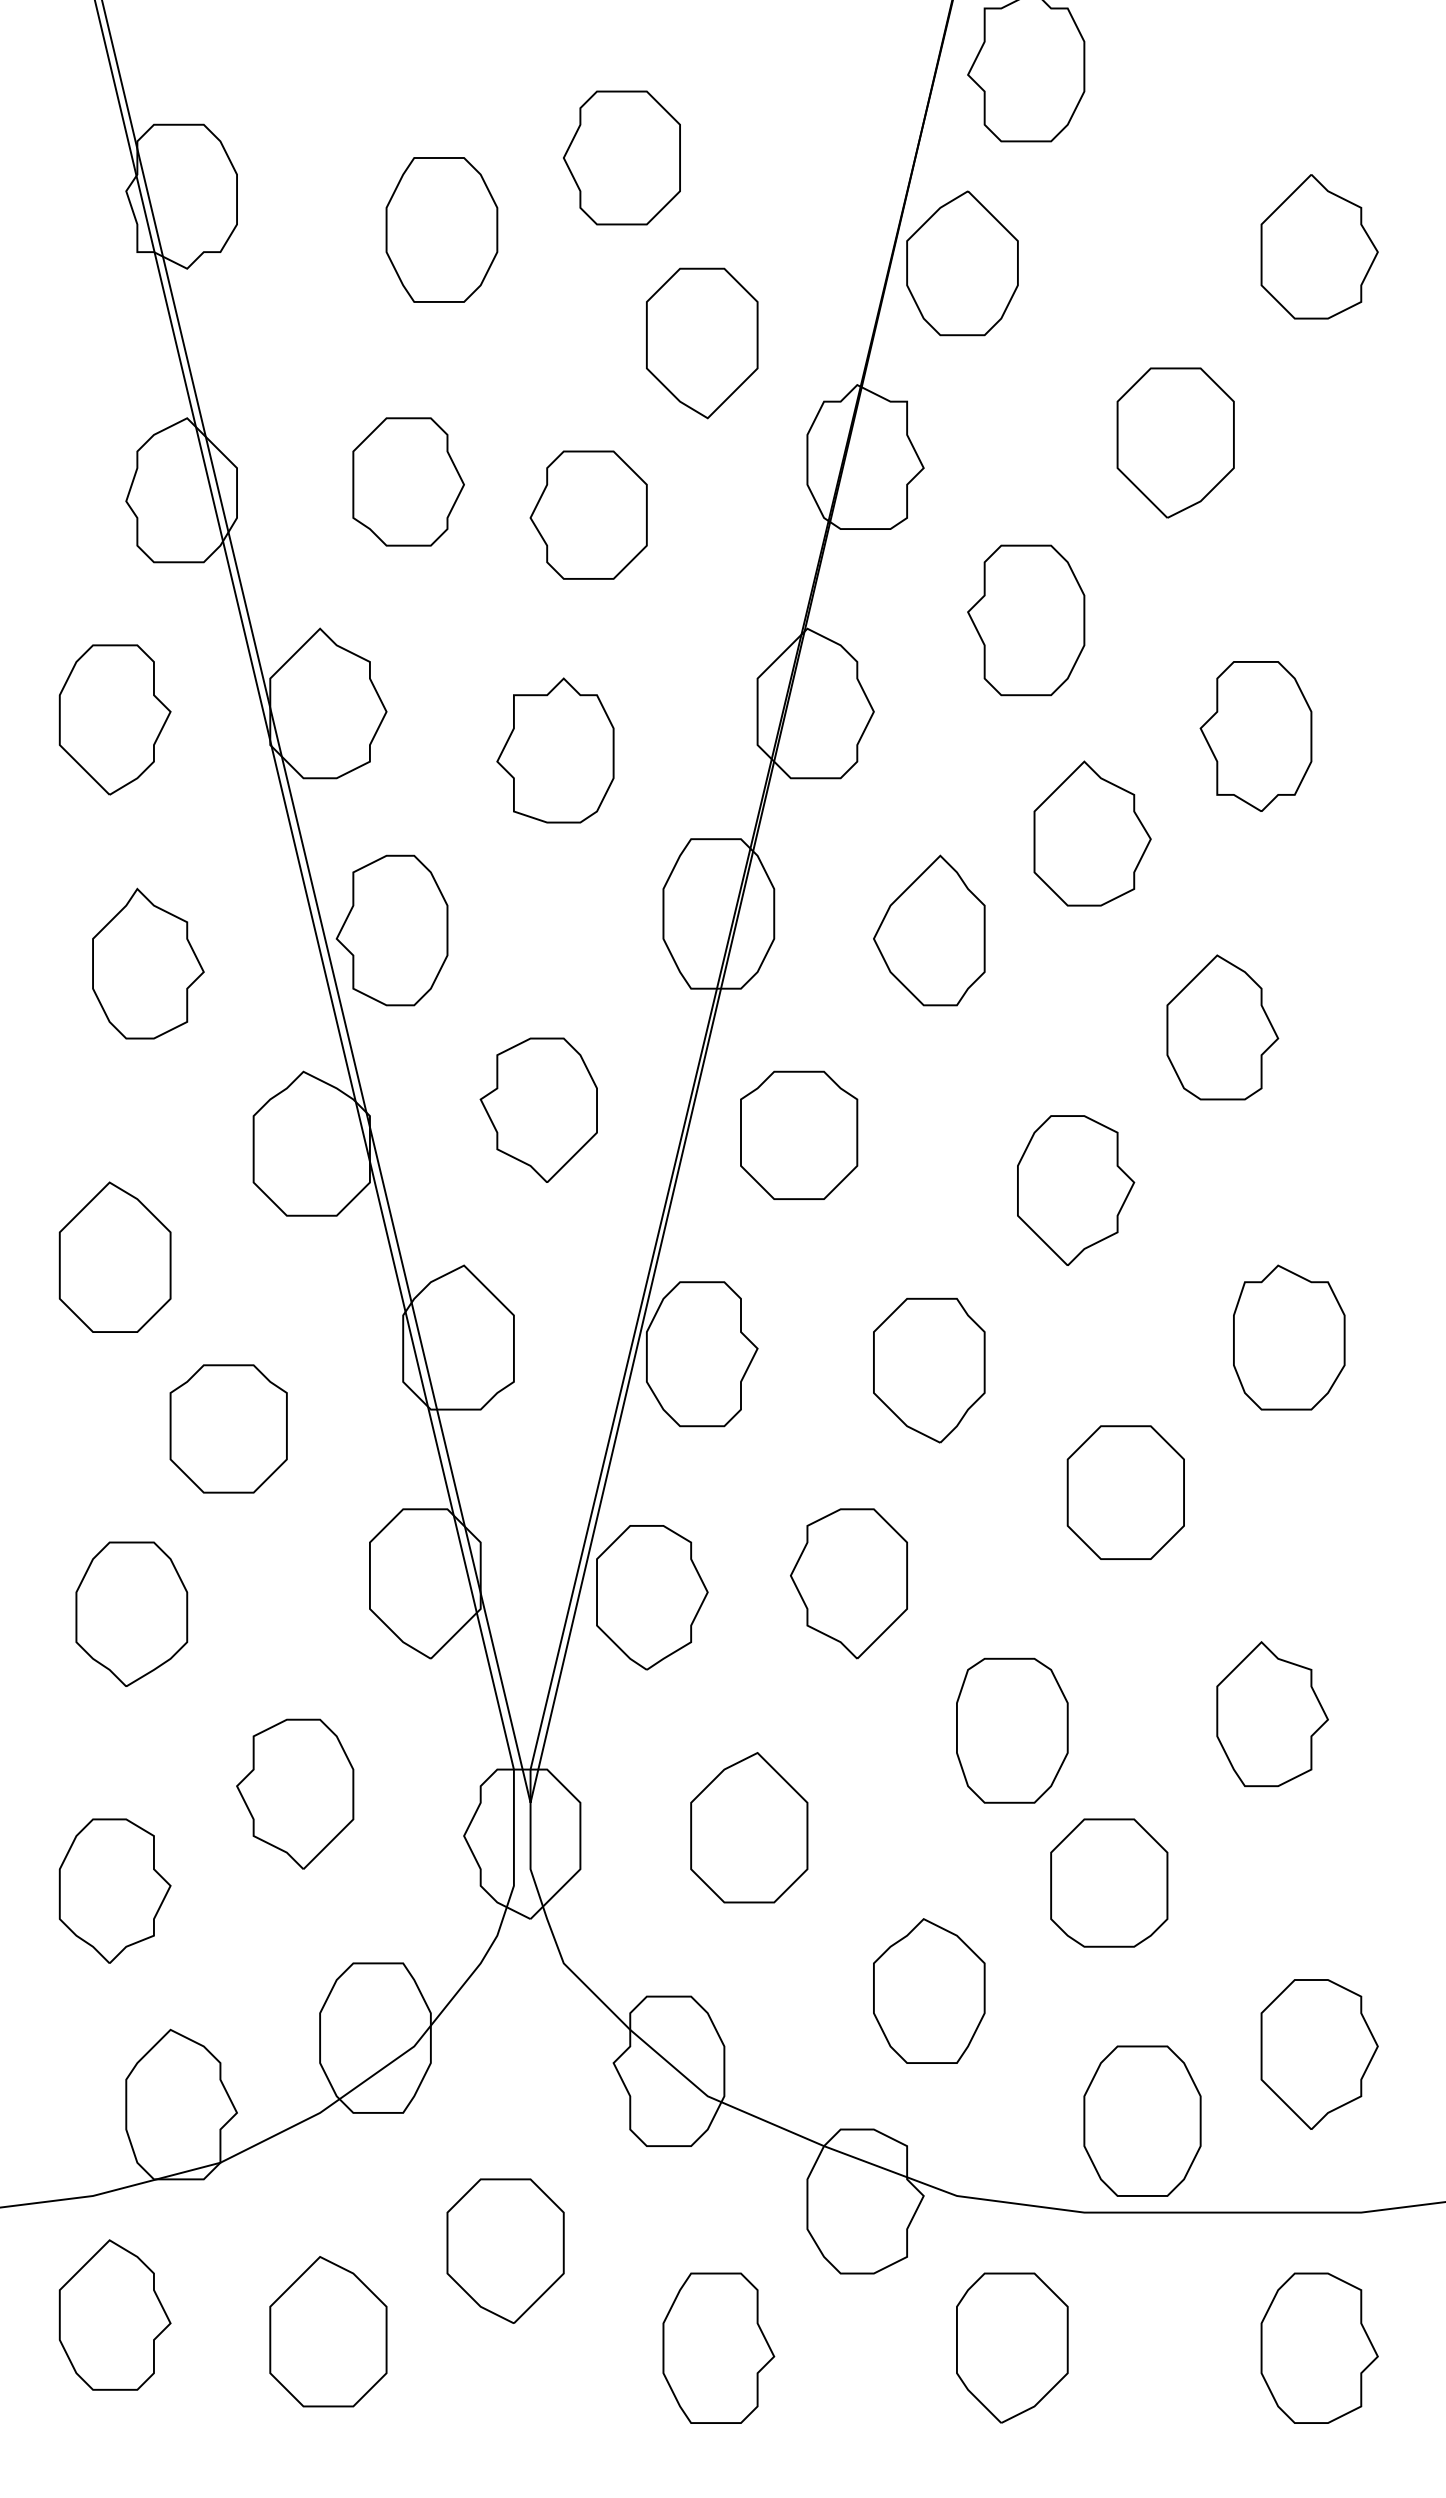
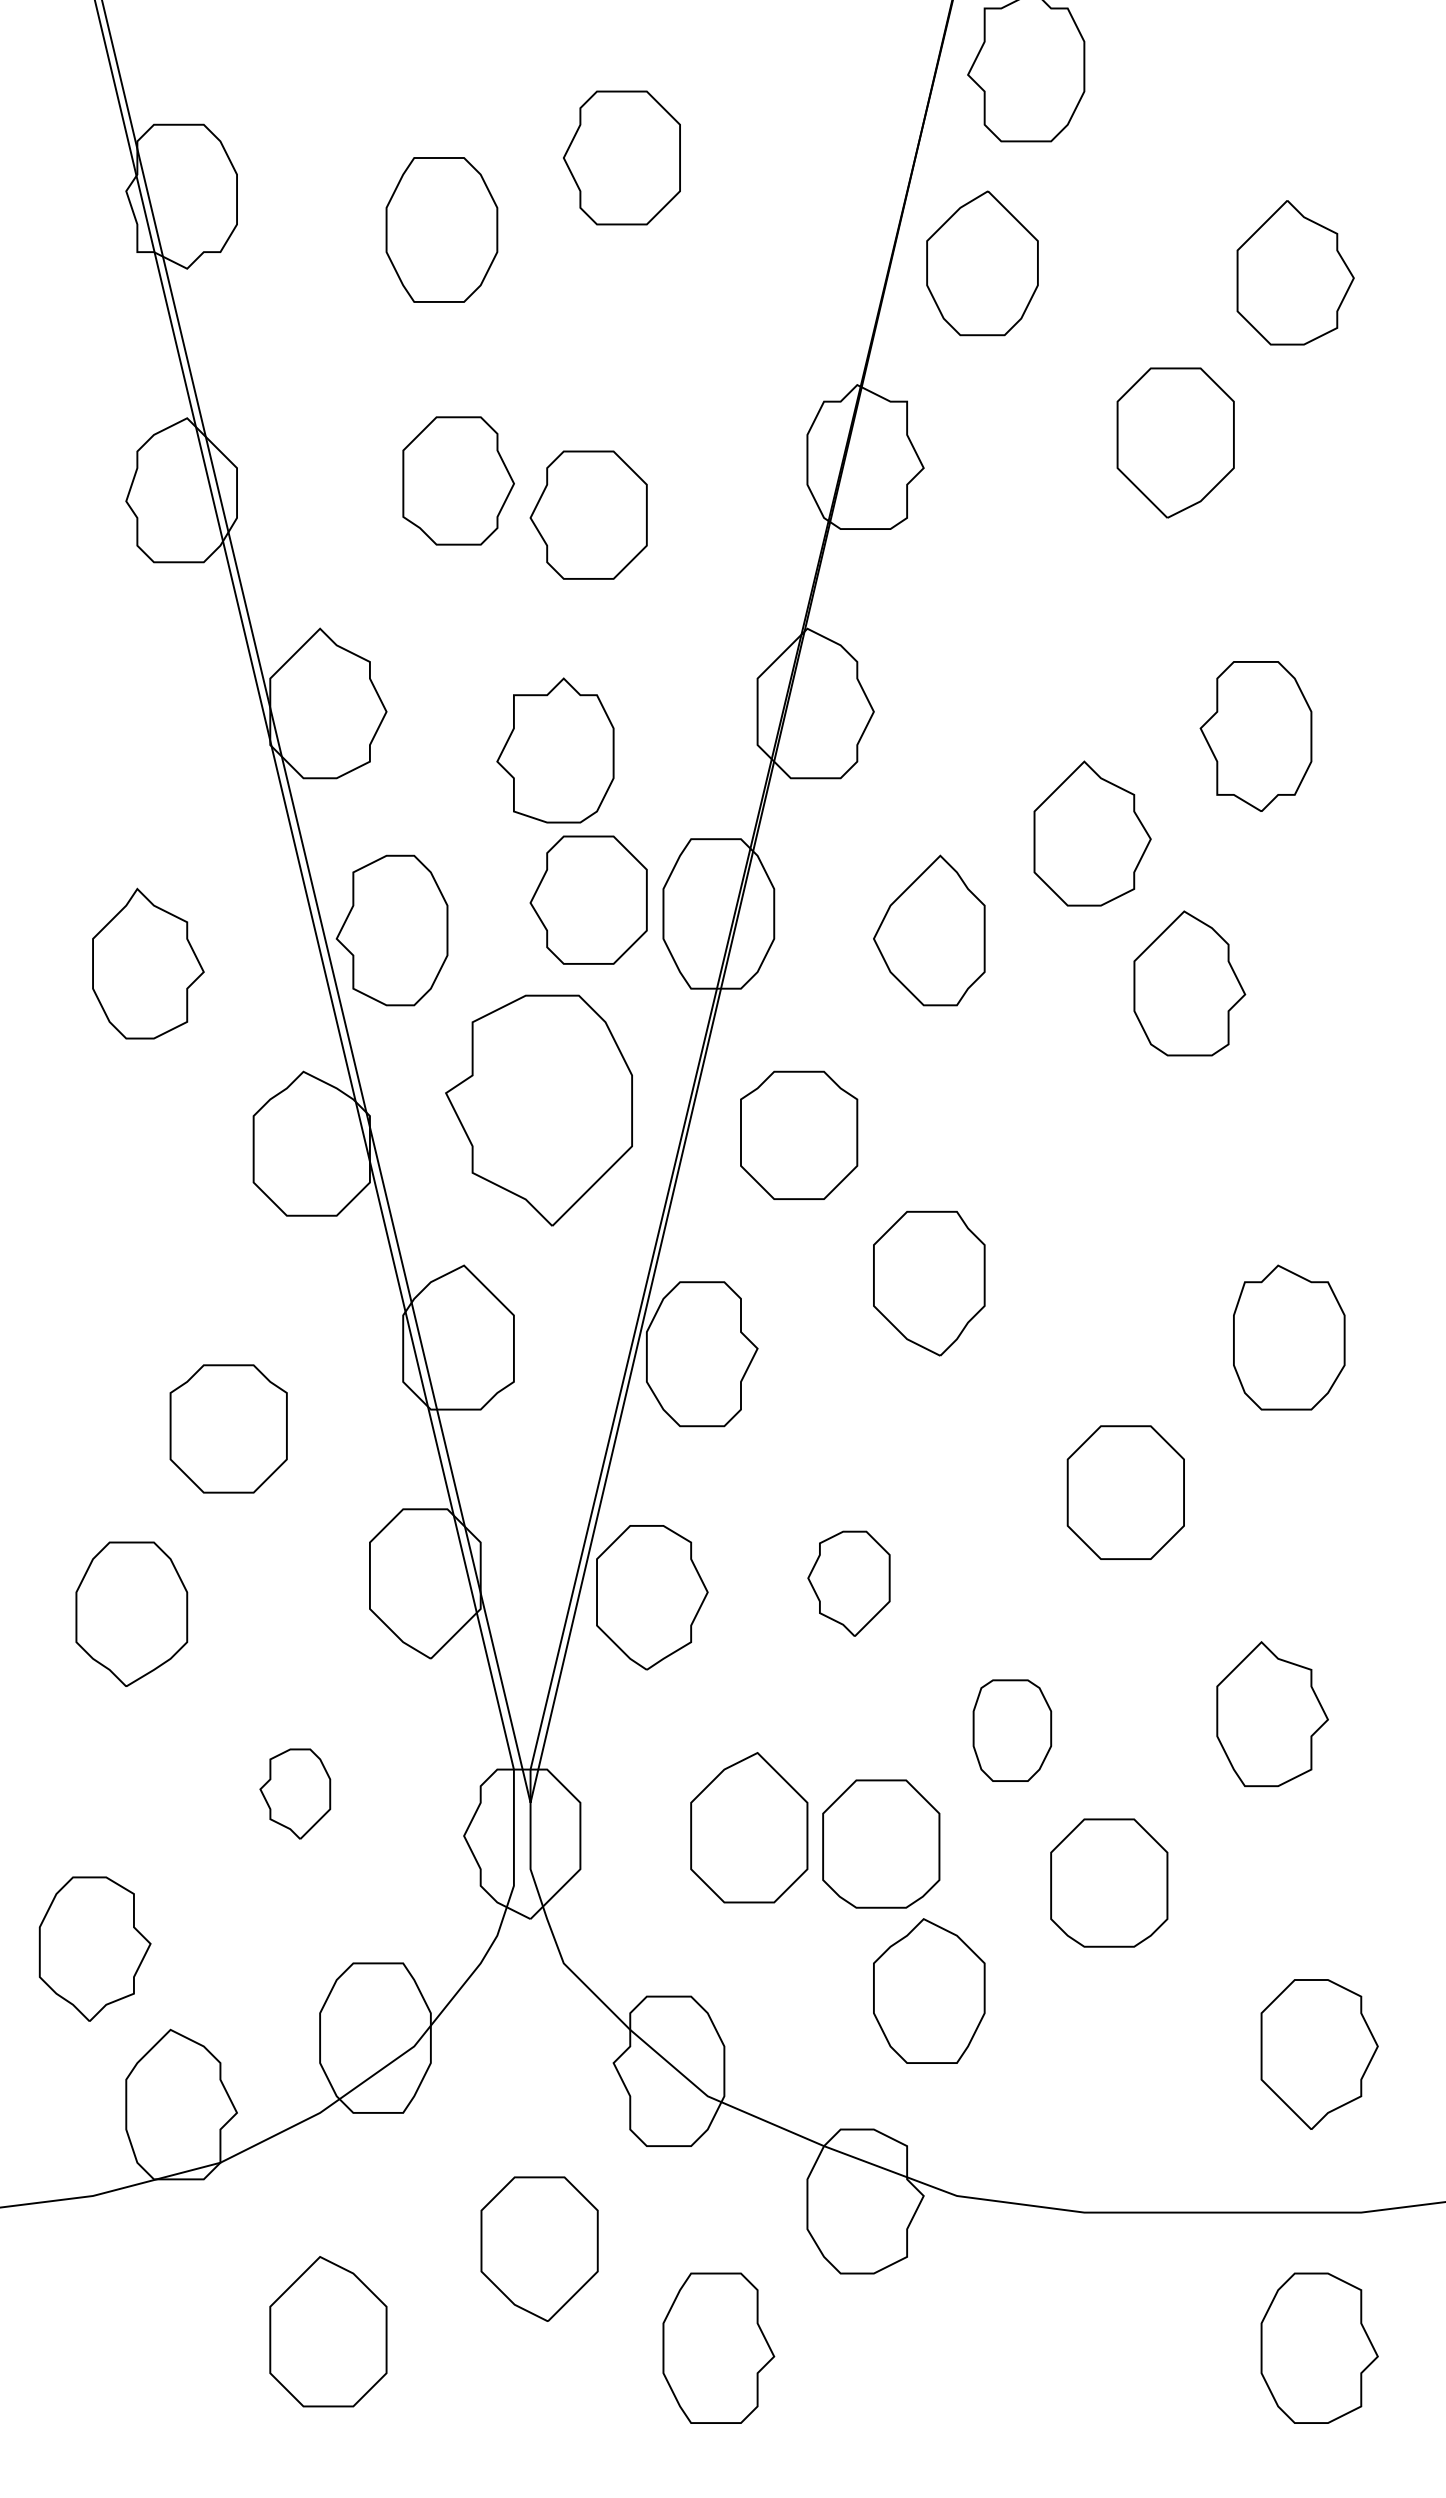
part at (1319, 246) position: (1319, 246) -> (1295, 272)
part at (962, 263) position: (962, 263) -> (982, 263)
part at (702, 343): present -> none
part at (408, 481) position: (408, 481) -> (458, 480)
part at (1026, 620): present -> none
part at (114, 719): present -> none
part at (588, 899): none -> present
part at (1222, 1027) position: (1222, 1027) -> (1189, 983)
part at (538, 1109) size: 119x146 px -> 188x233 px
part at (1076, 1190): present -> none
part at (114, 1256): present -> none
part at (929, 1370) position: (929, 1370) -> (929, 1283)
part at (848, 1583) size: 118x152 px -> 84x107 px
part at (1012, 1730) size: 113x147 px -> 81x103 px
part at (295, 1793) size: 119x152 px -> 73x92 px
part at (881, 1843): none -> present
part at (114, 1890) position: (114, 1890) -> (94, 1948)
part at (1142, 2120): present -> none
part at (505, 2250) position: (505, 2250) -> (539, 2248)
part at (114, 2314): present -> none
part at (1012, 2347): present -> none
